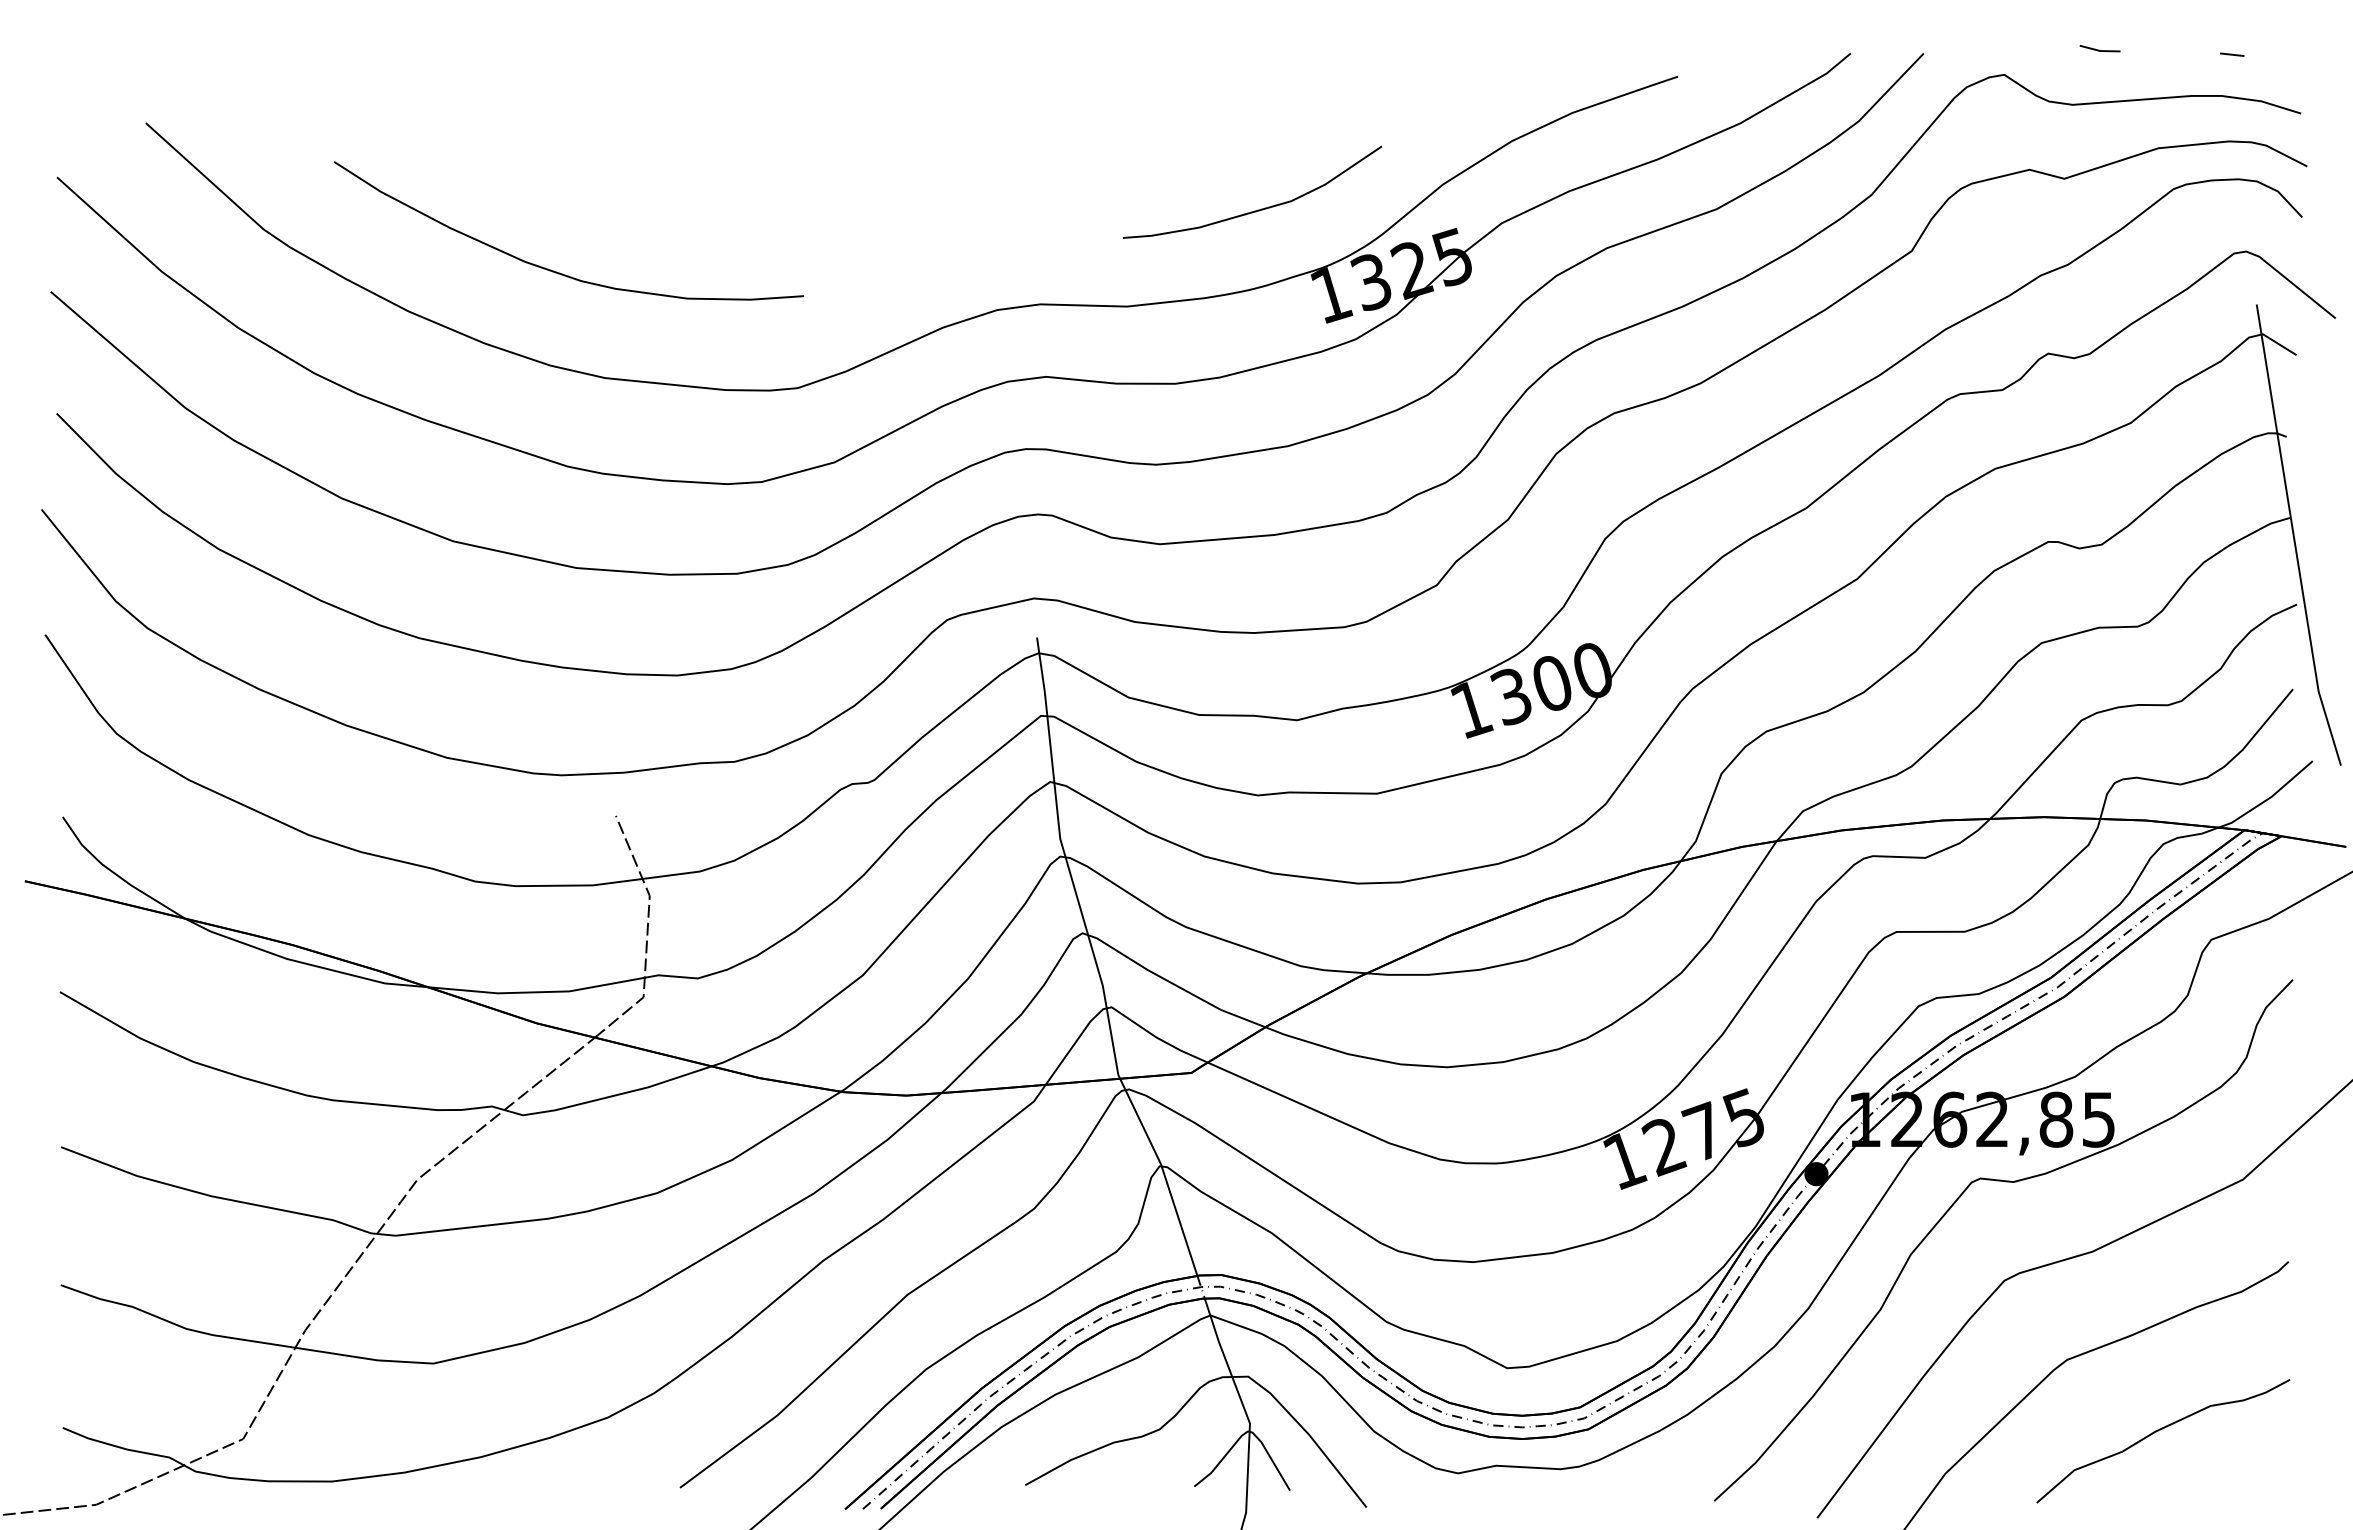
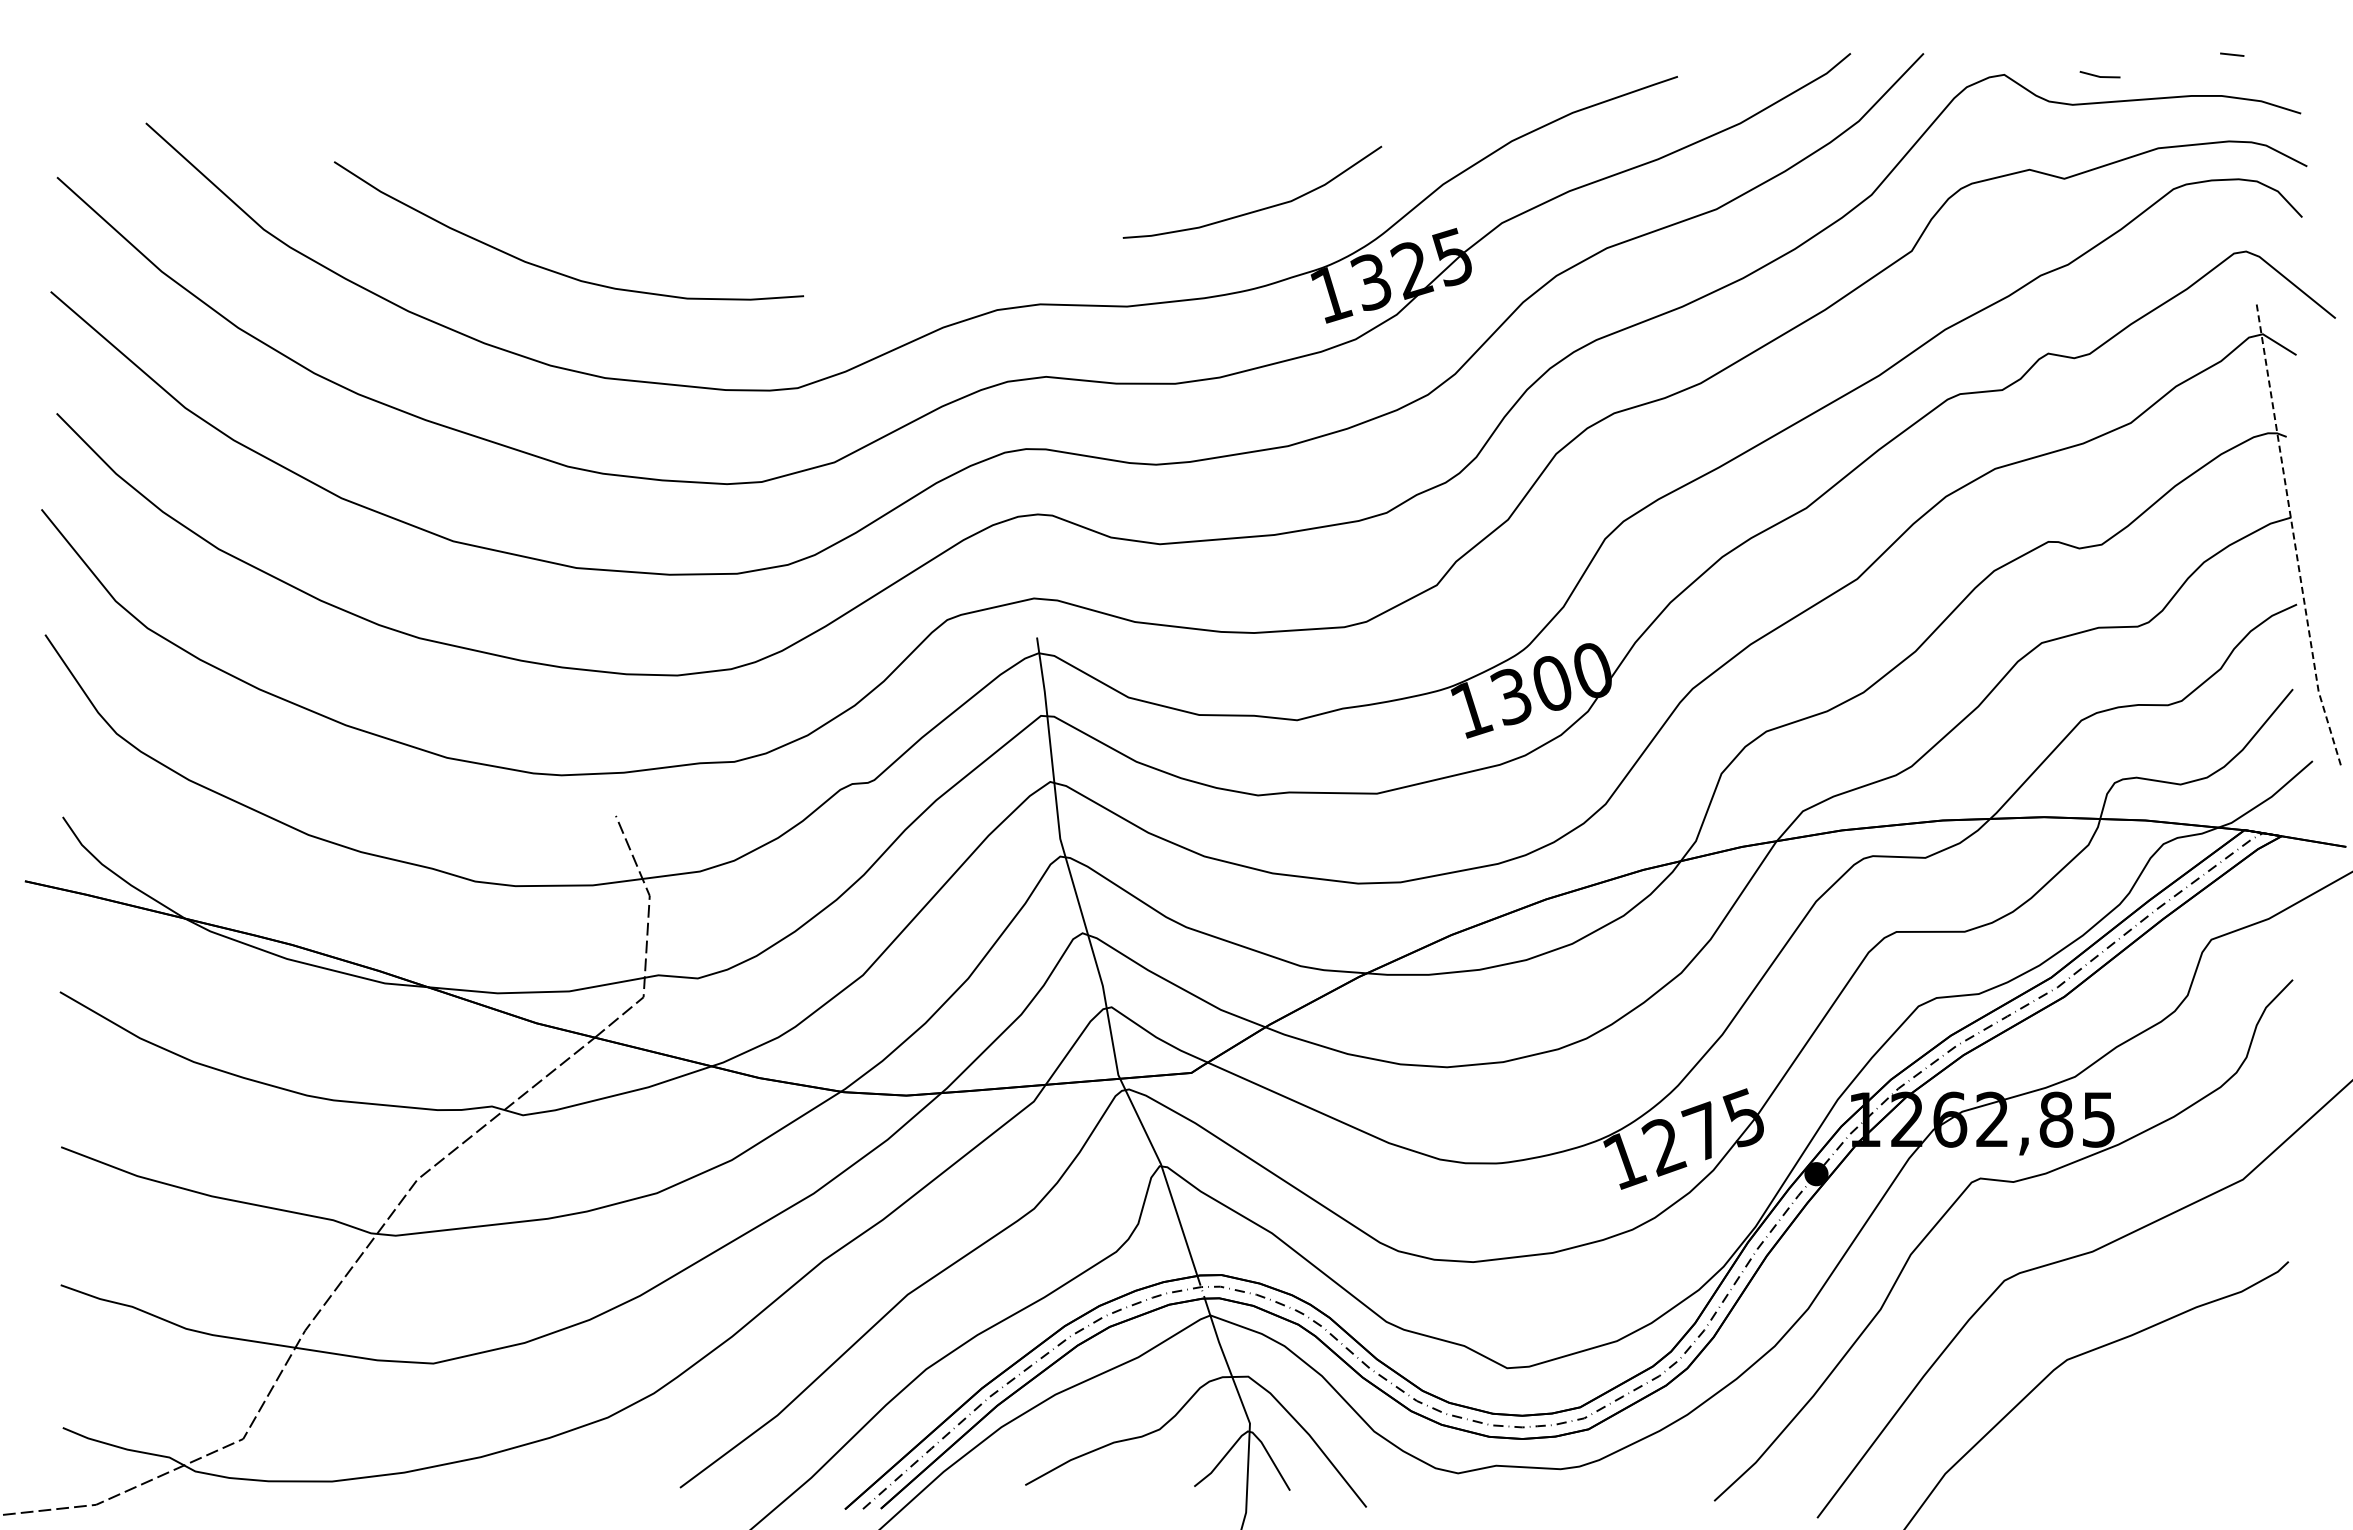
line at (2099, 49) position: (2099, 49) -> (2099, 75)
line at (2293, 537): solid -> dashed
curve at (2158, 1431): present -> none
